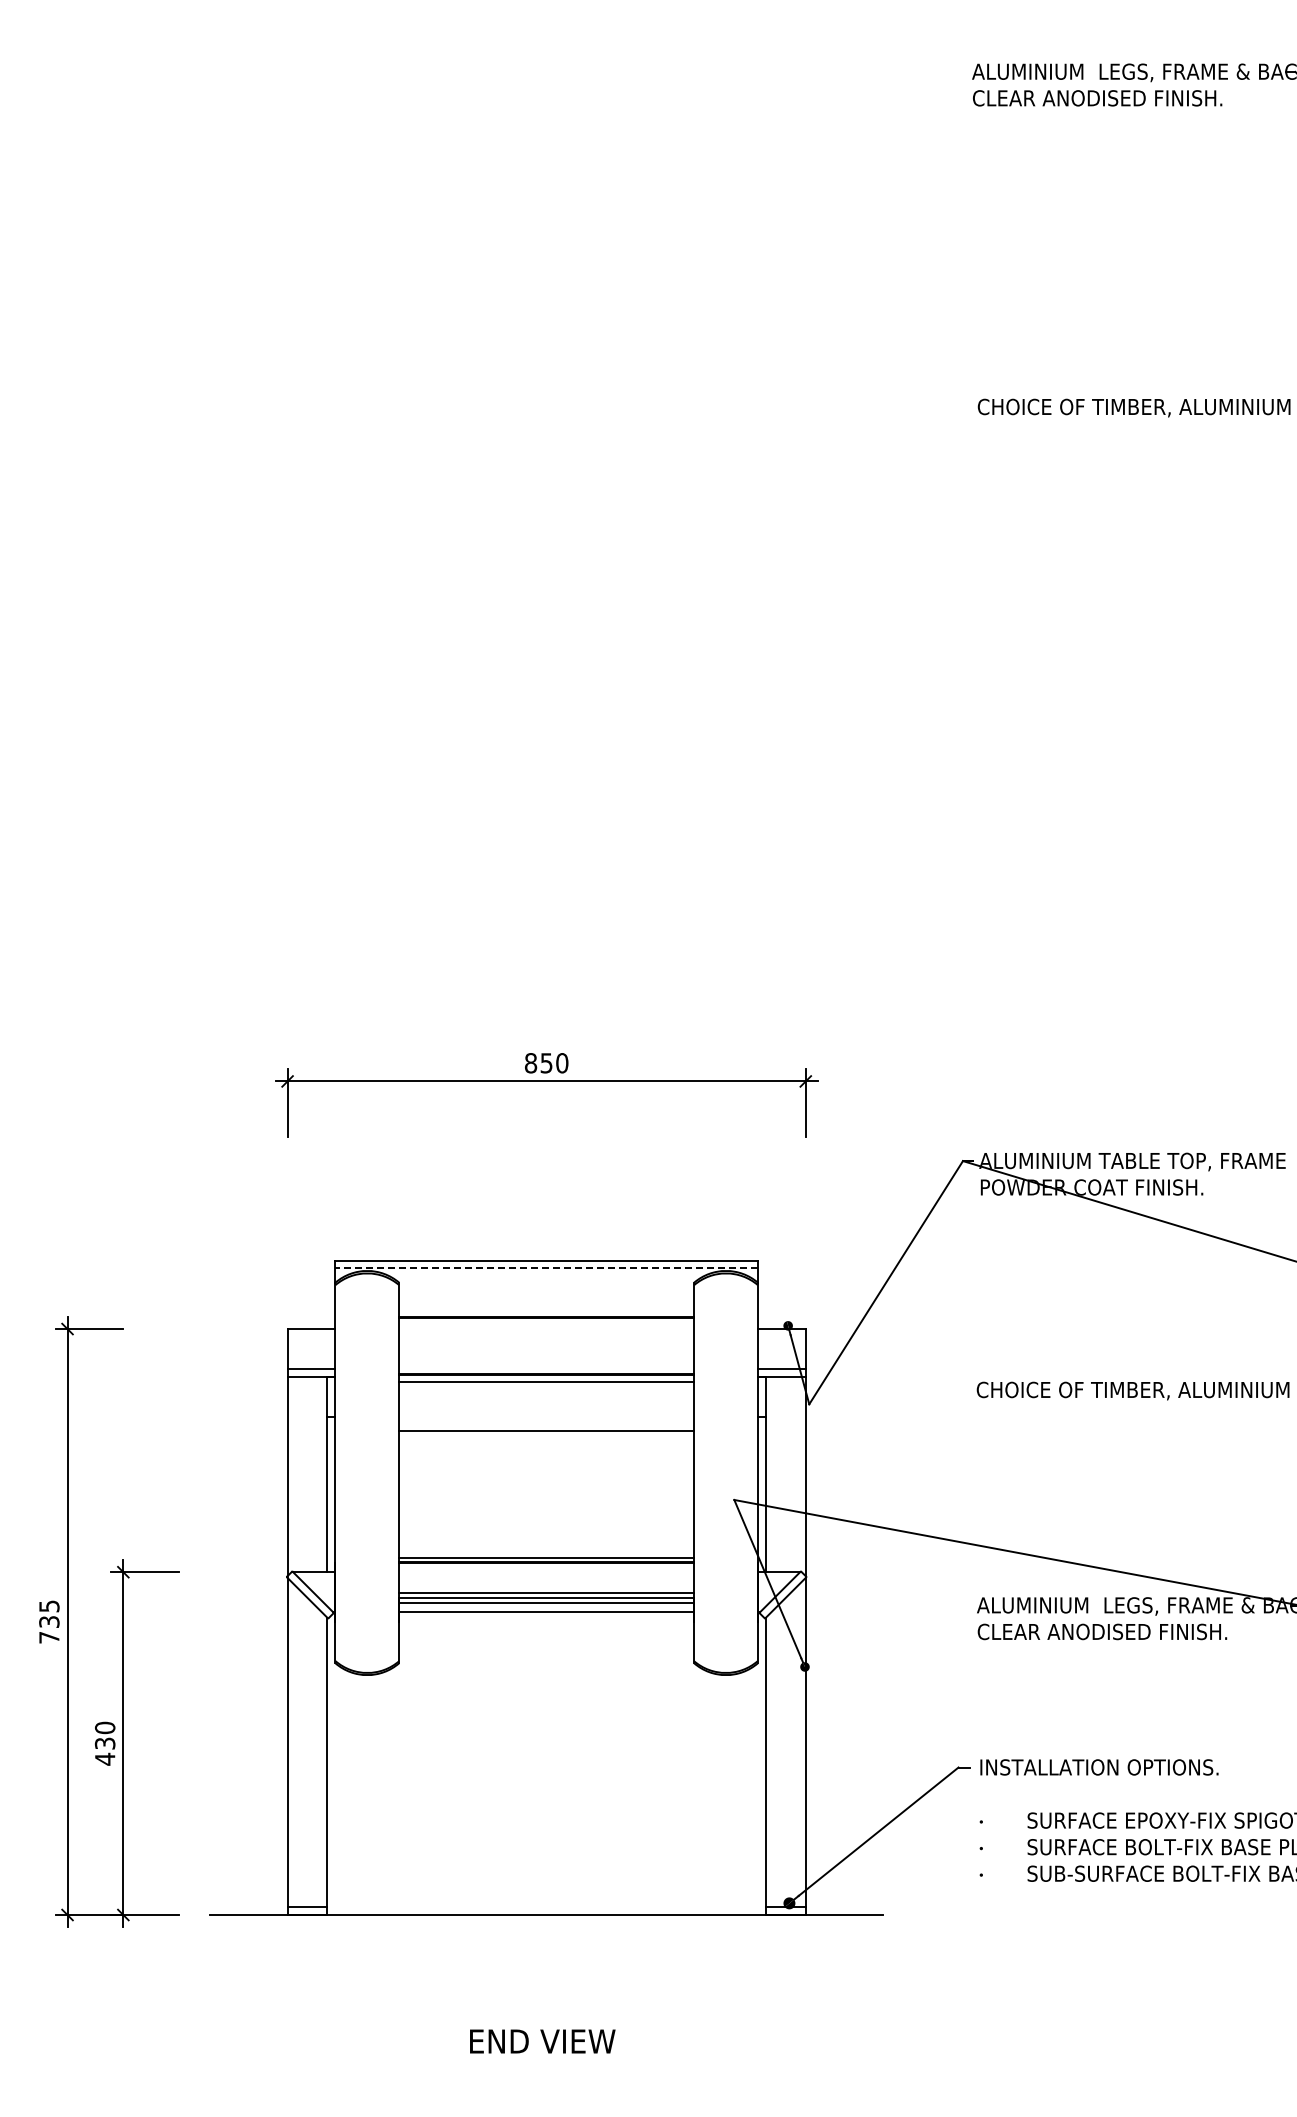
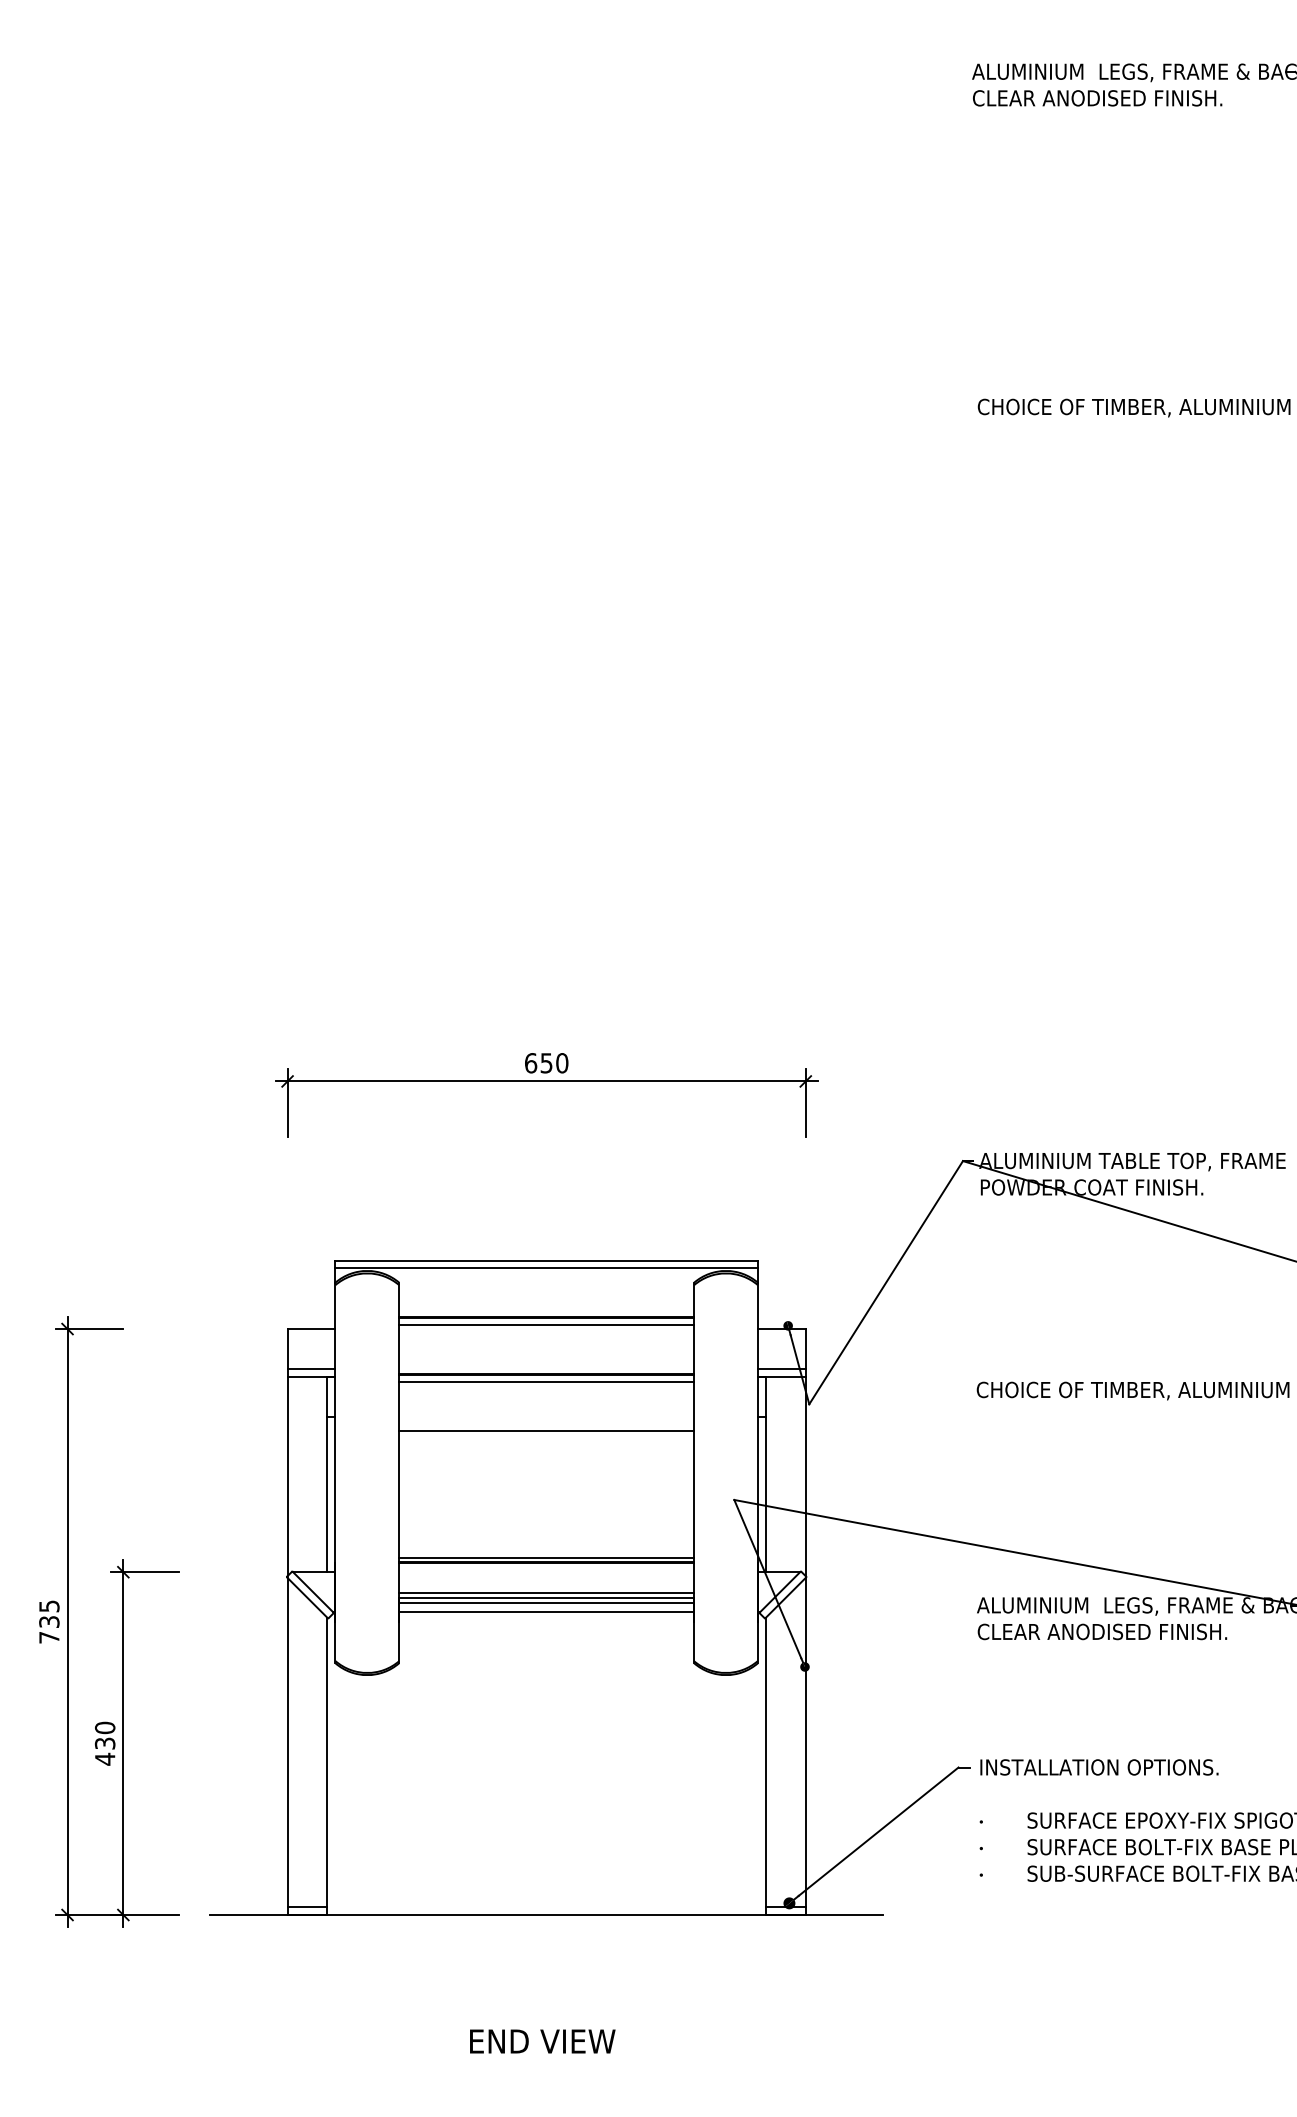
text at (531, 1063): 850 -> 650
line at (546, 1268): dashed -> solid
line at (546, 1324): none -> present
